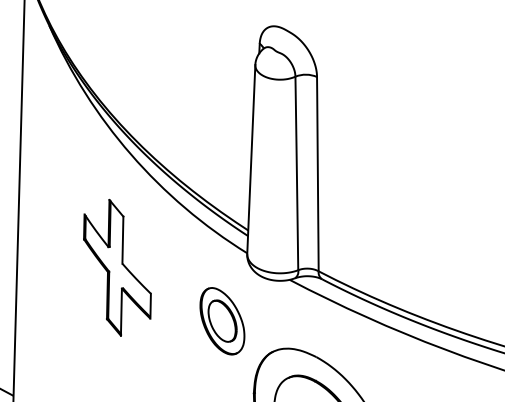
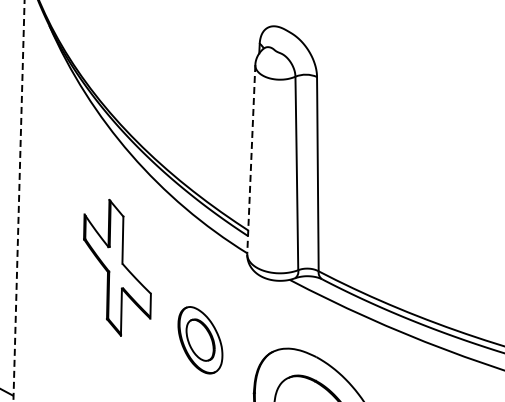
line at (251, 159): solid -> dashed
line at (18, 201): solid -> dashed
part at (222, 321) position: (222, 321) -> (200, 340)
